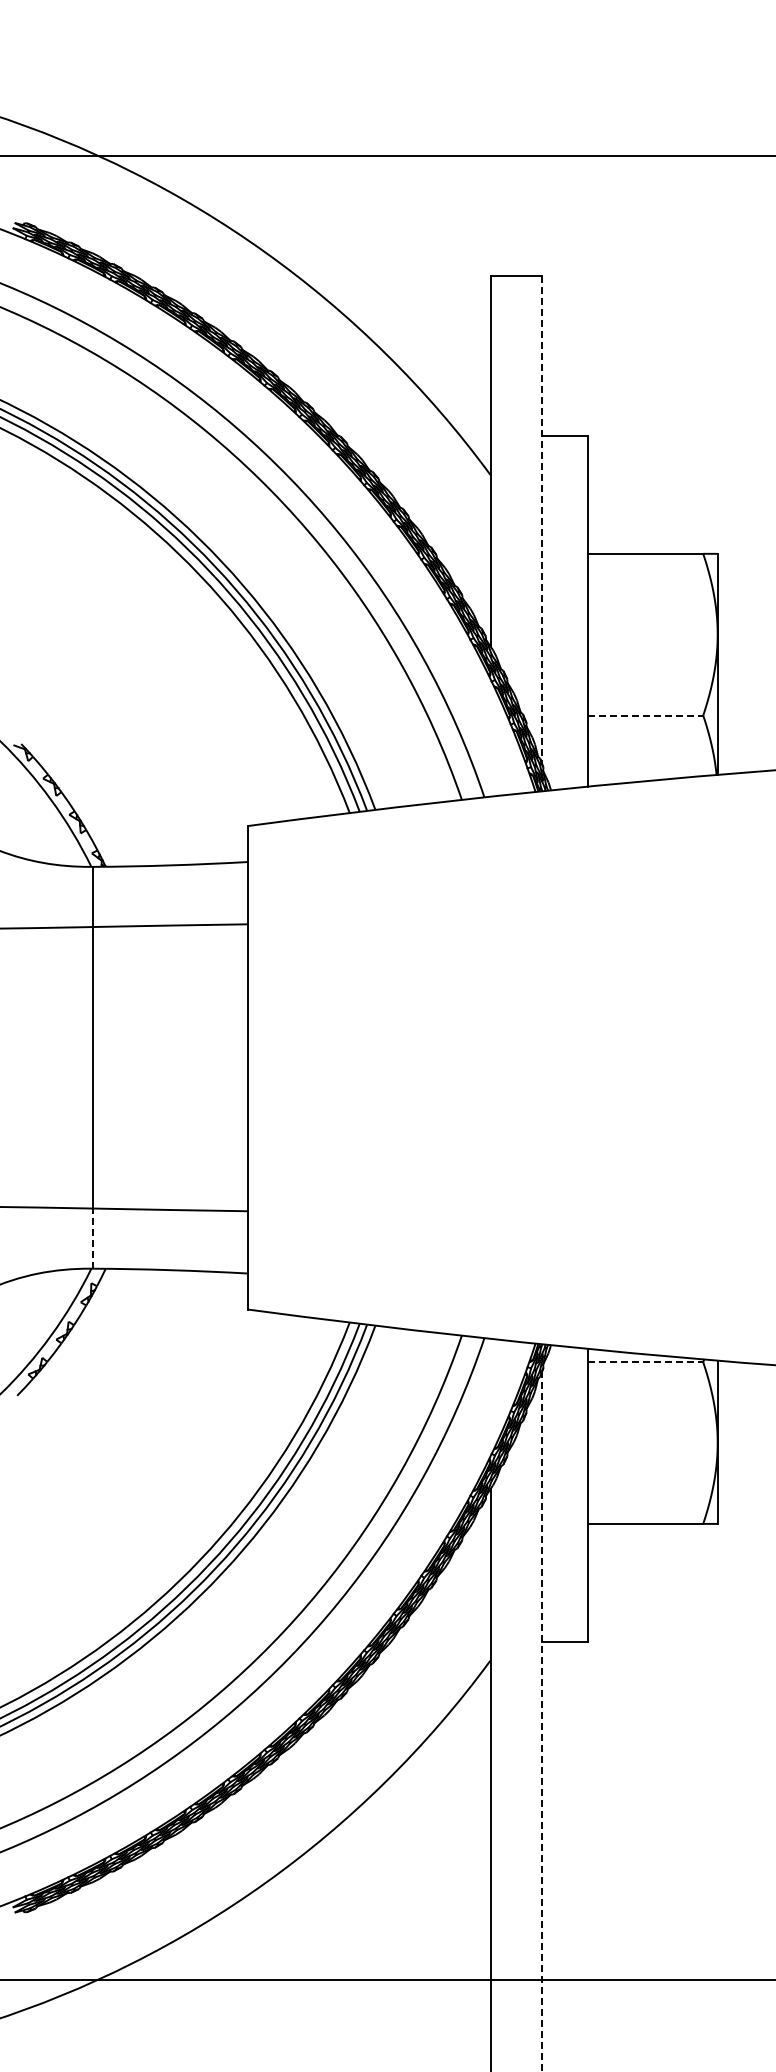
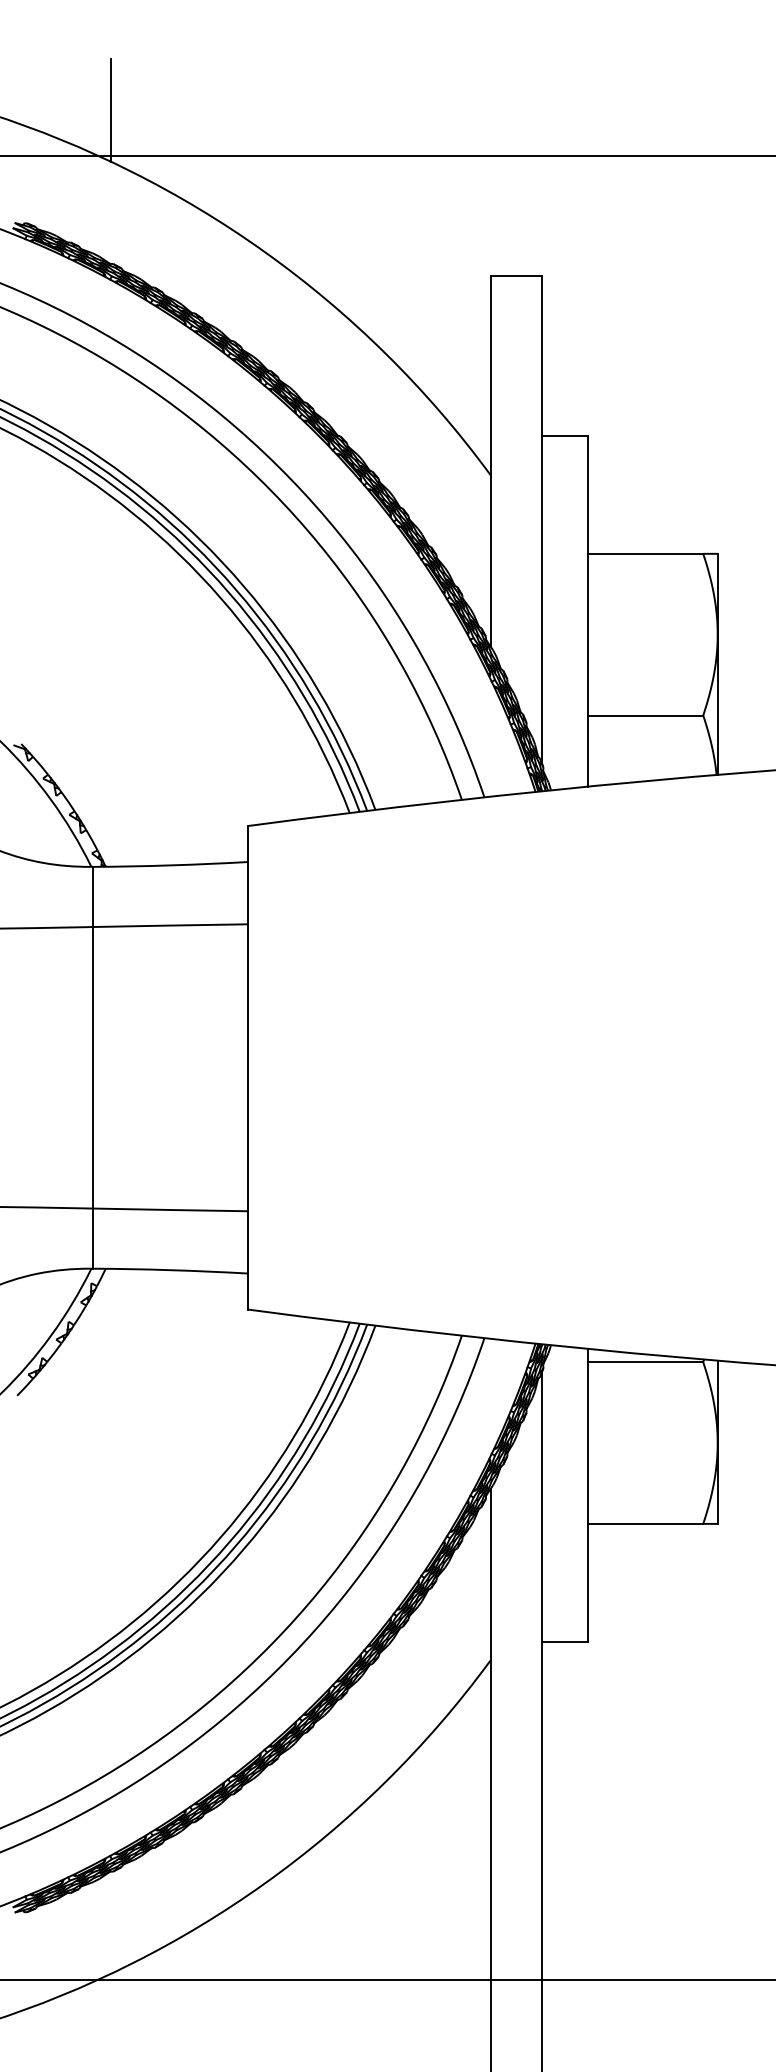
line at (110, 109): none -> present
line at (542, 520): dashed -> solid
line at (646, 715): dashed -> solid
line at (93, 1238): dashed -> solid
line at (646, 1362): dashed -> solid
line at (542, 1721): dashed -> solid
